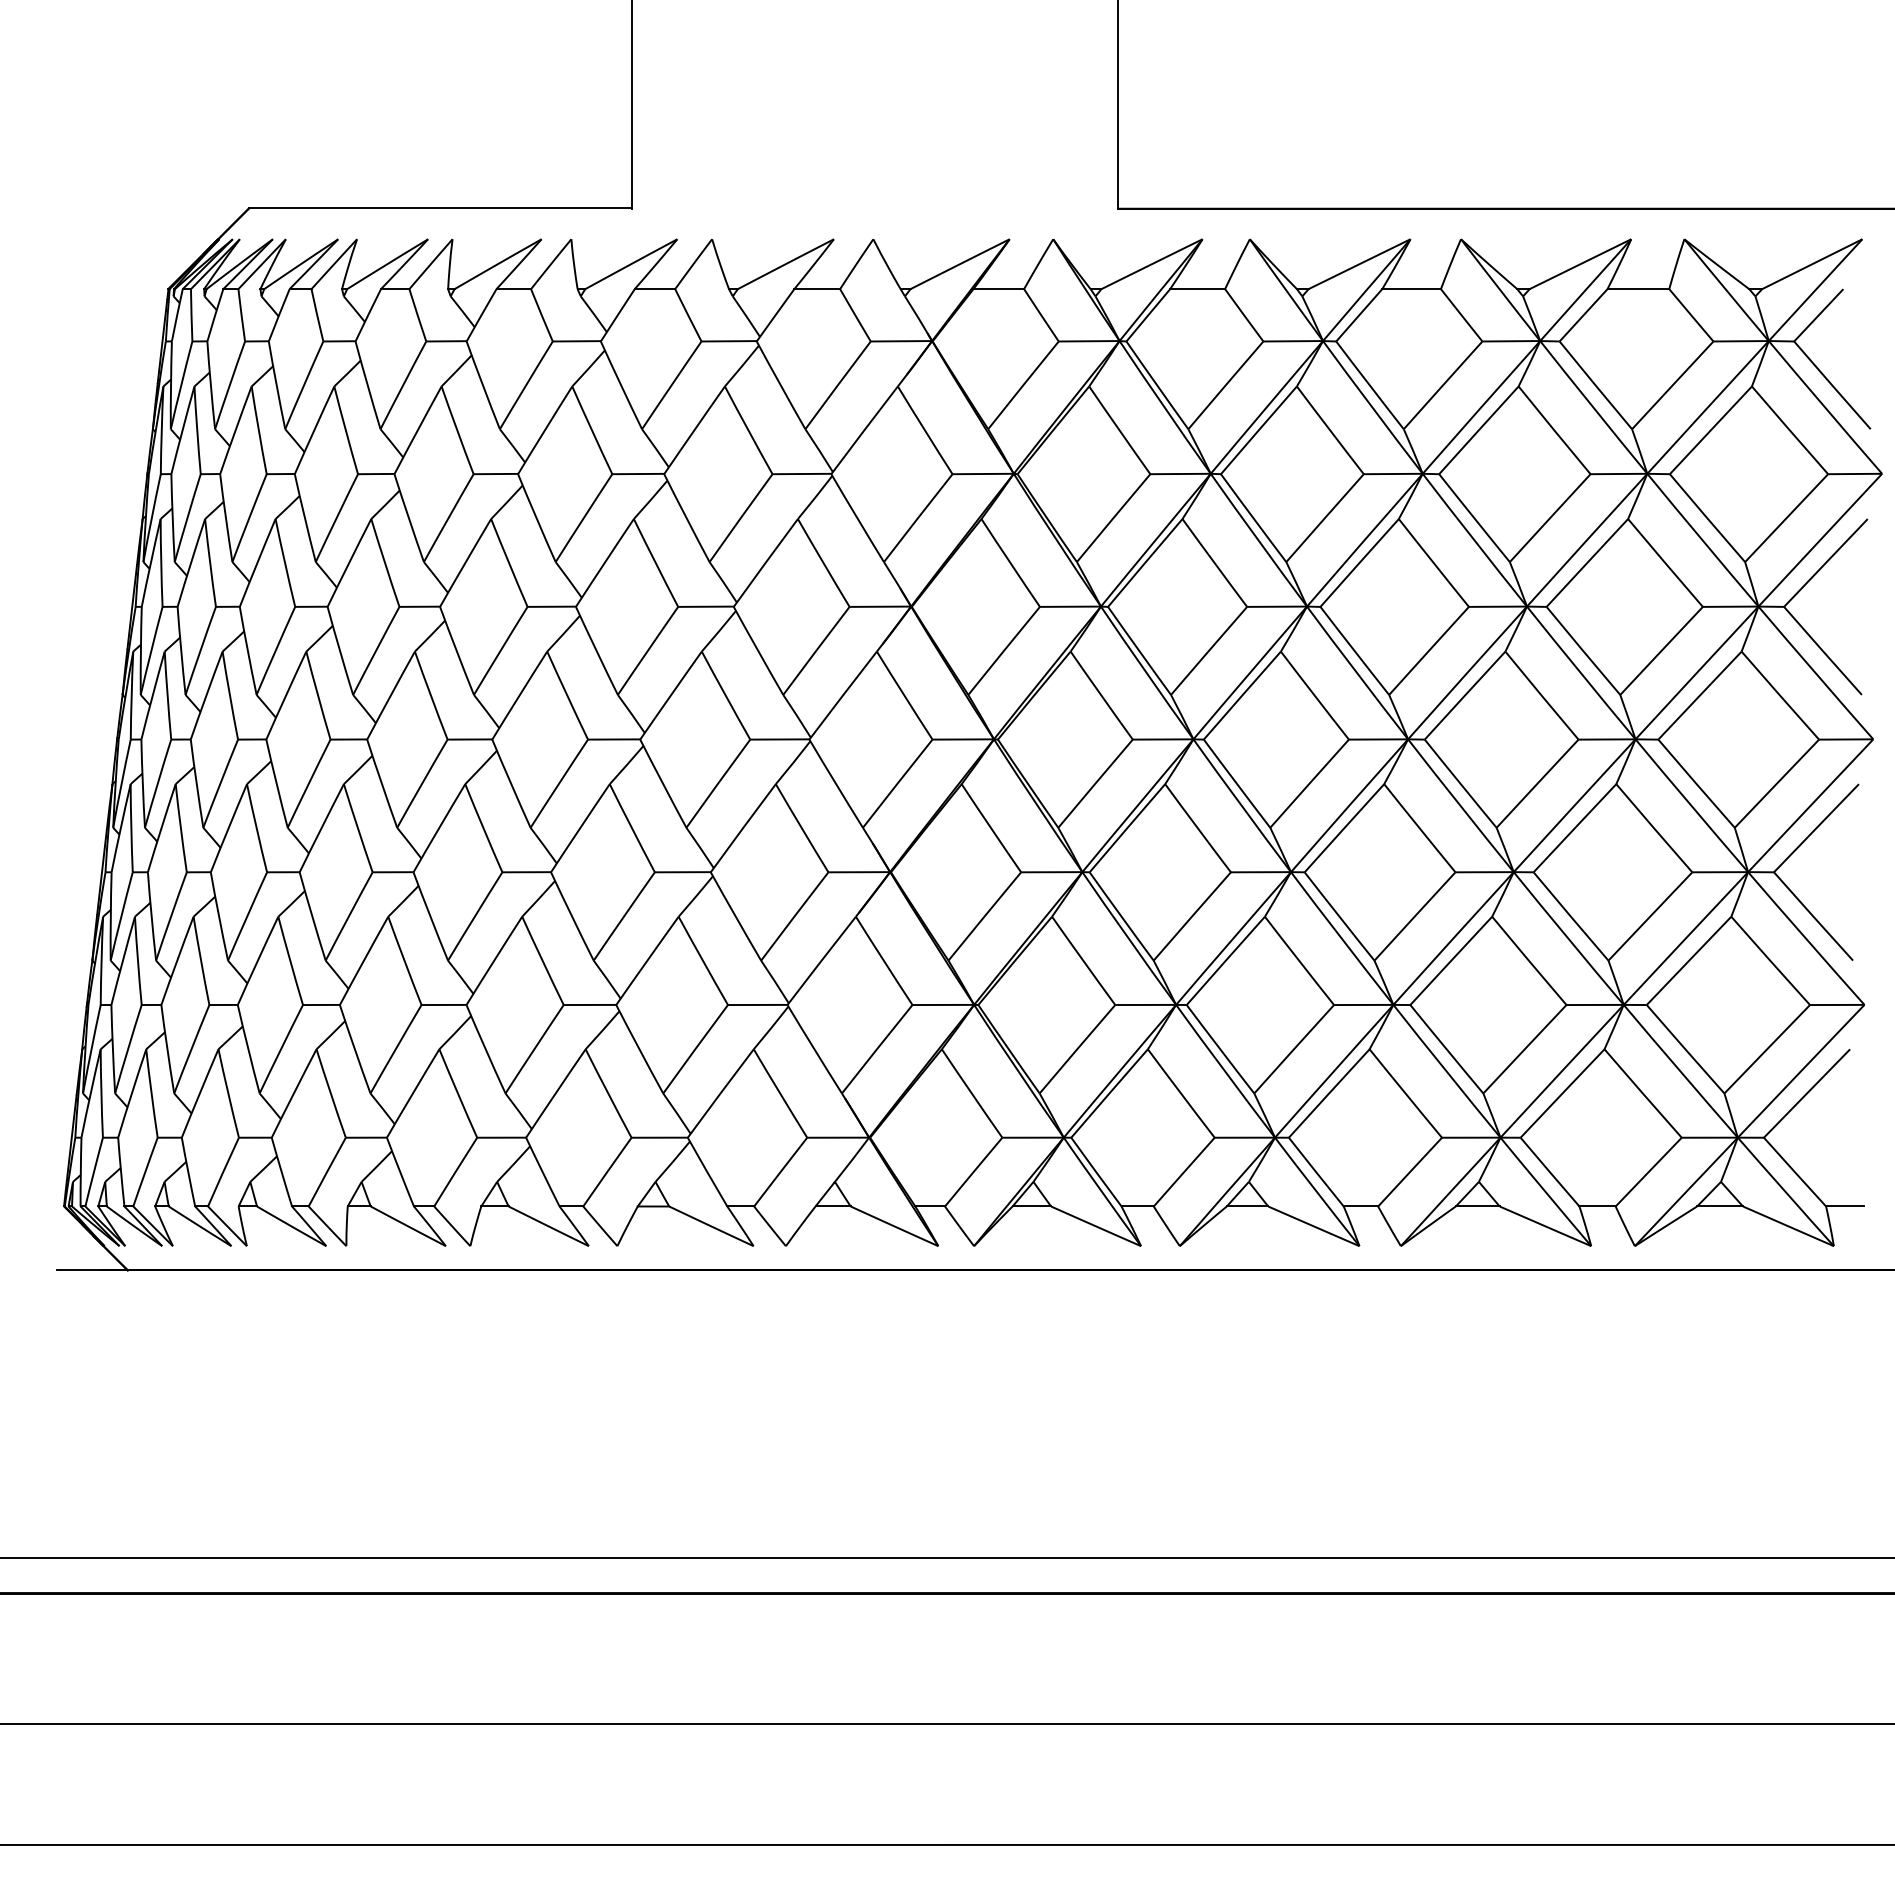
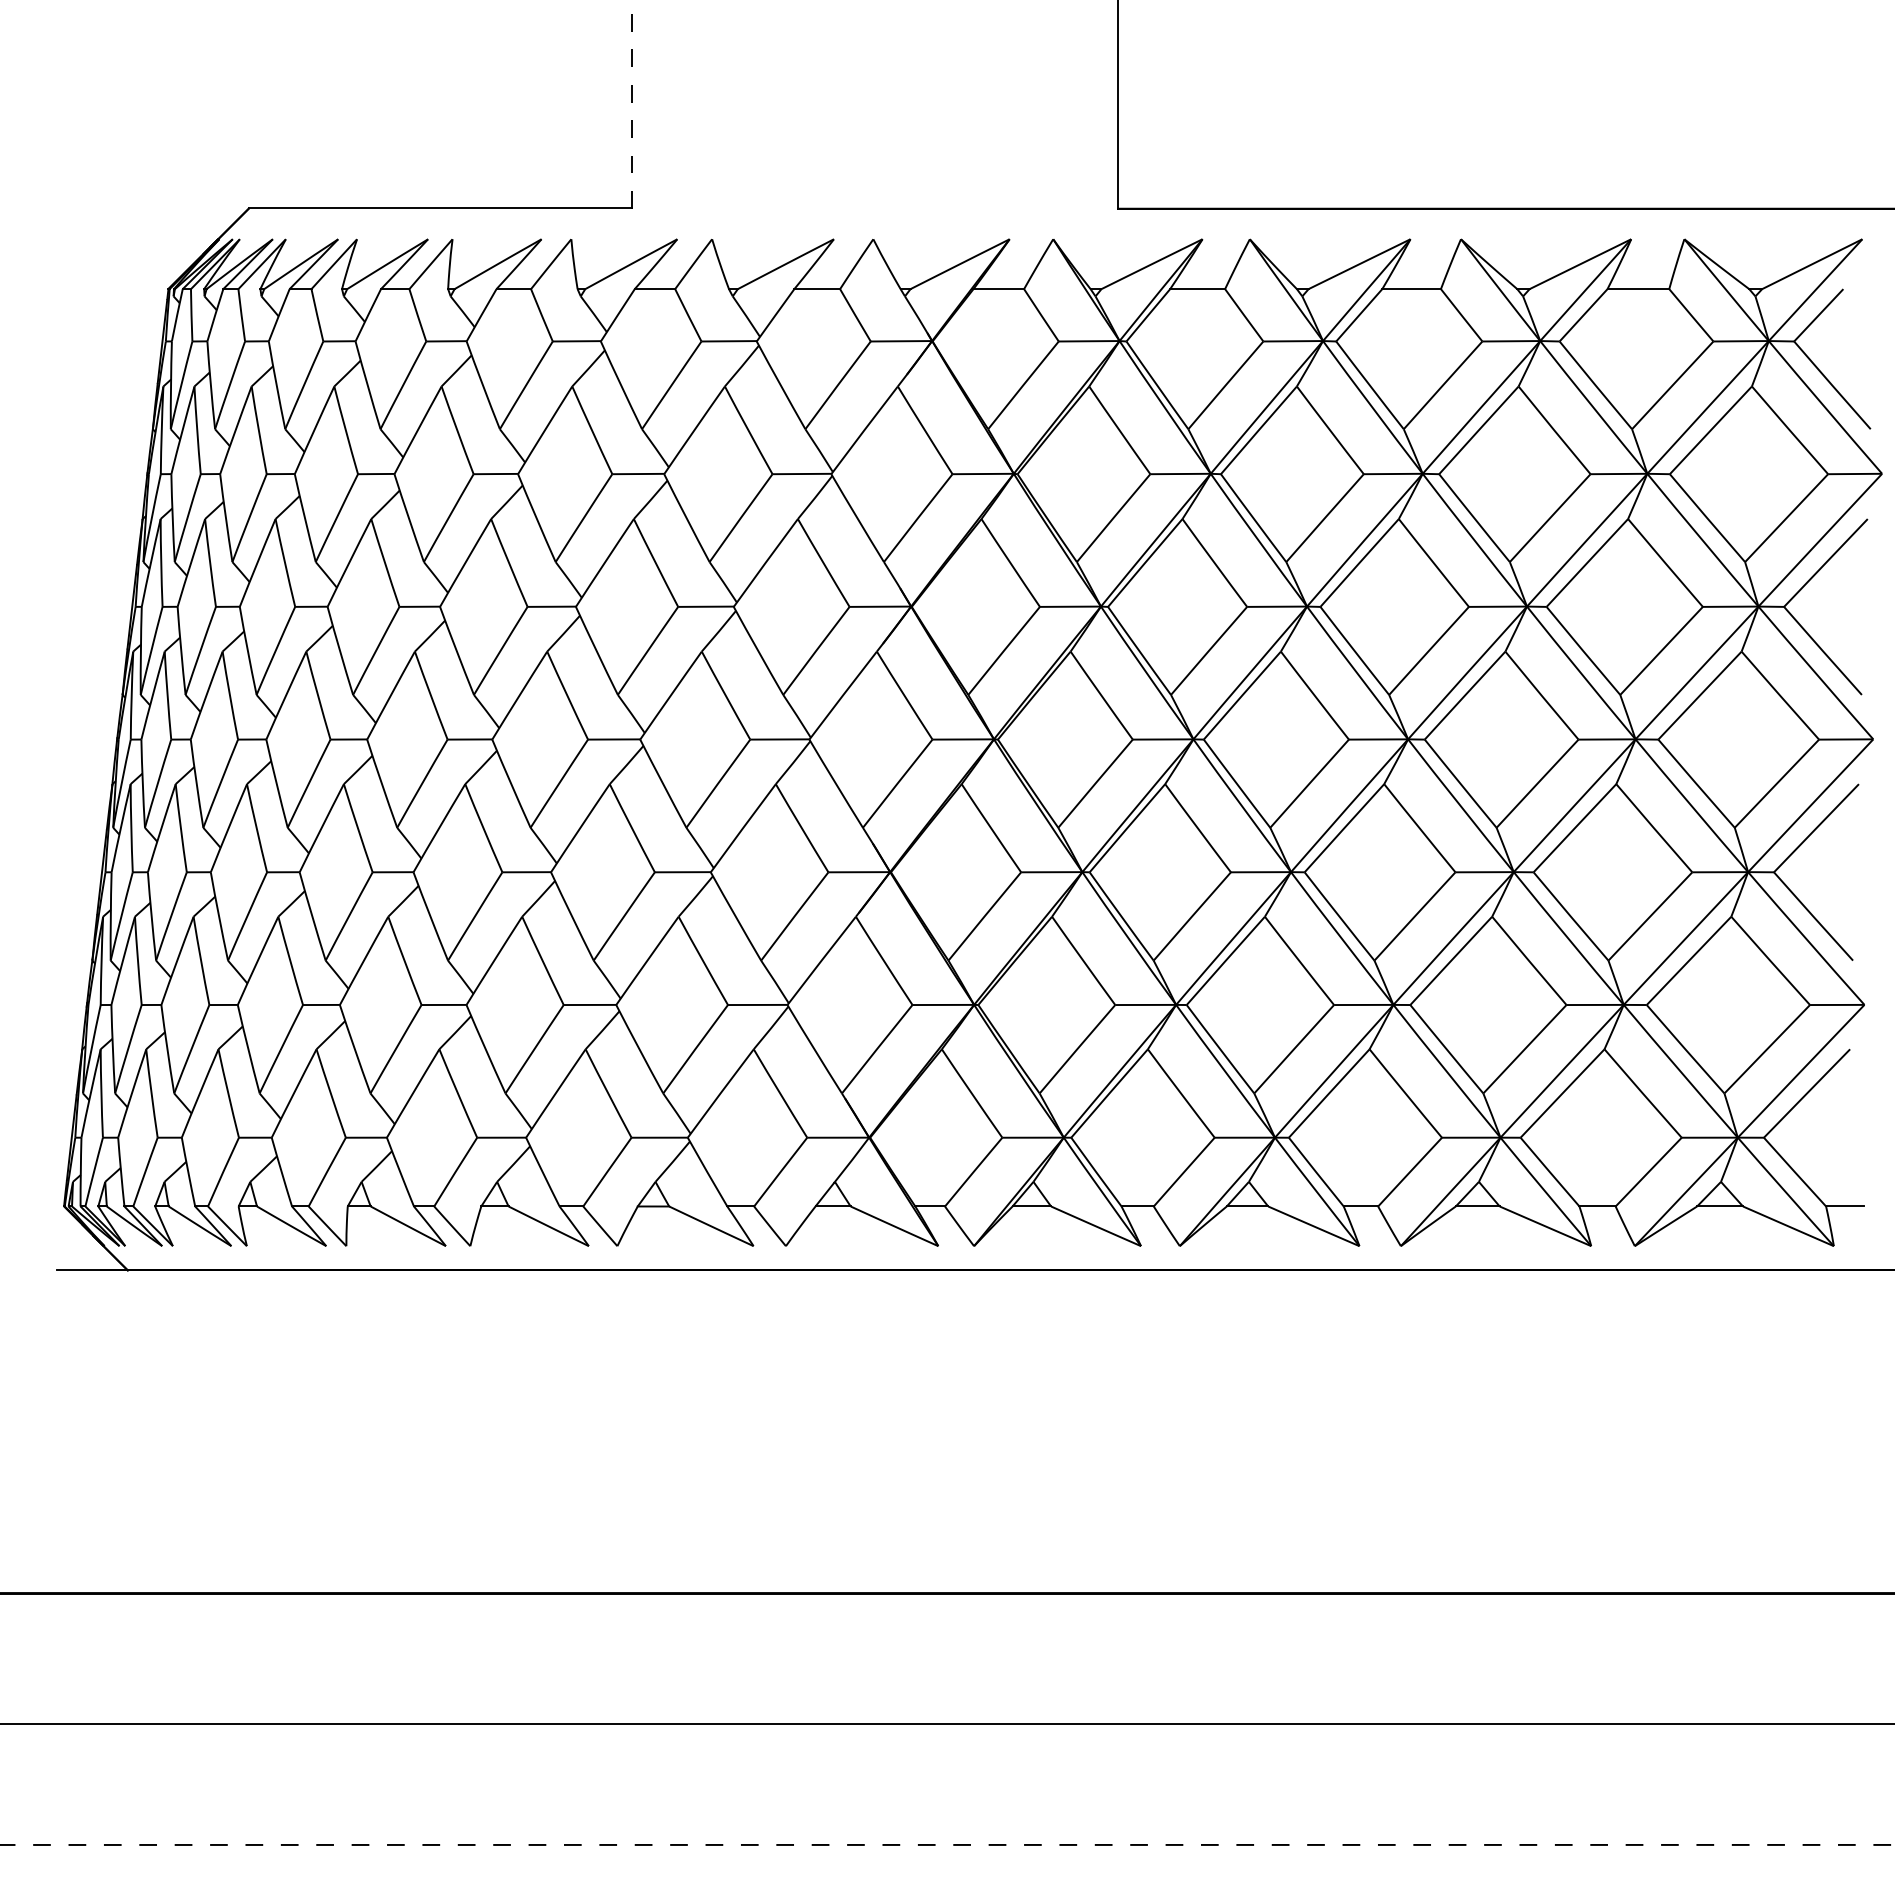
line at (631, 104): solid -> dashed
line at (946, 1557): present -> none
line at (947, 1844): solid -> dashed
